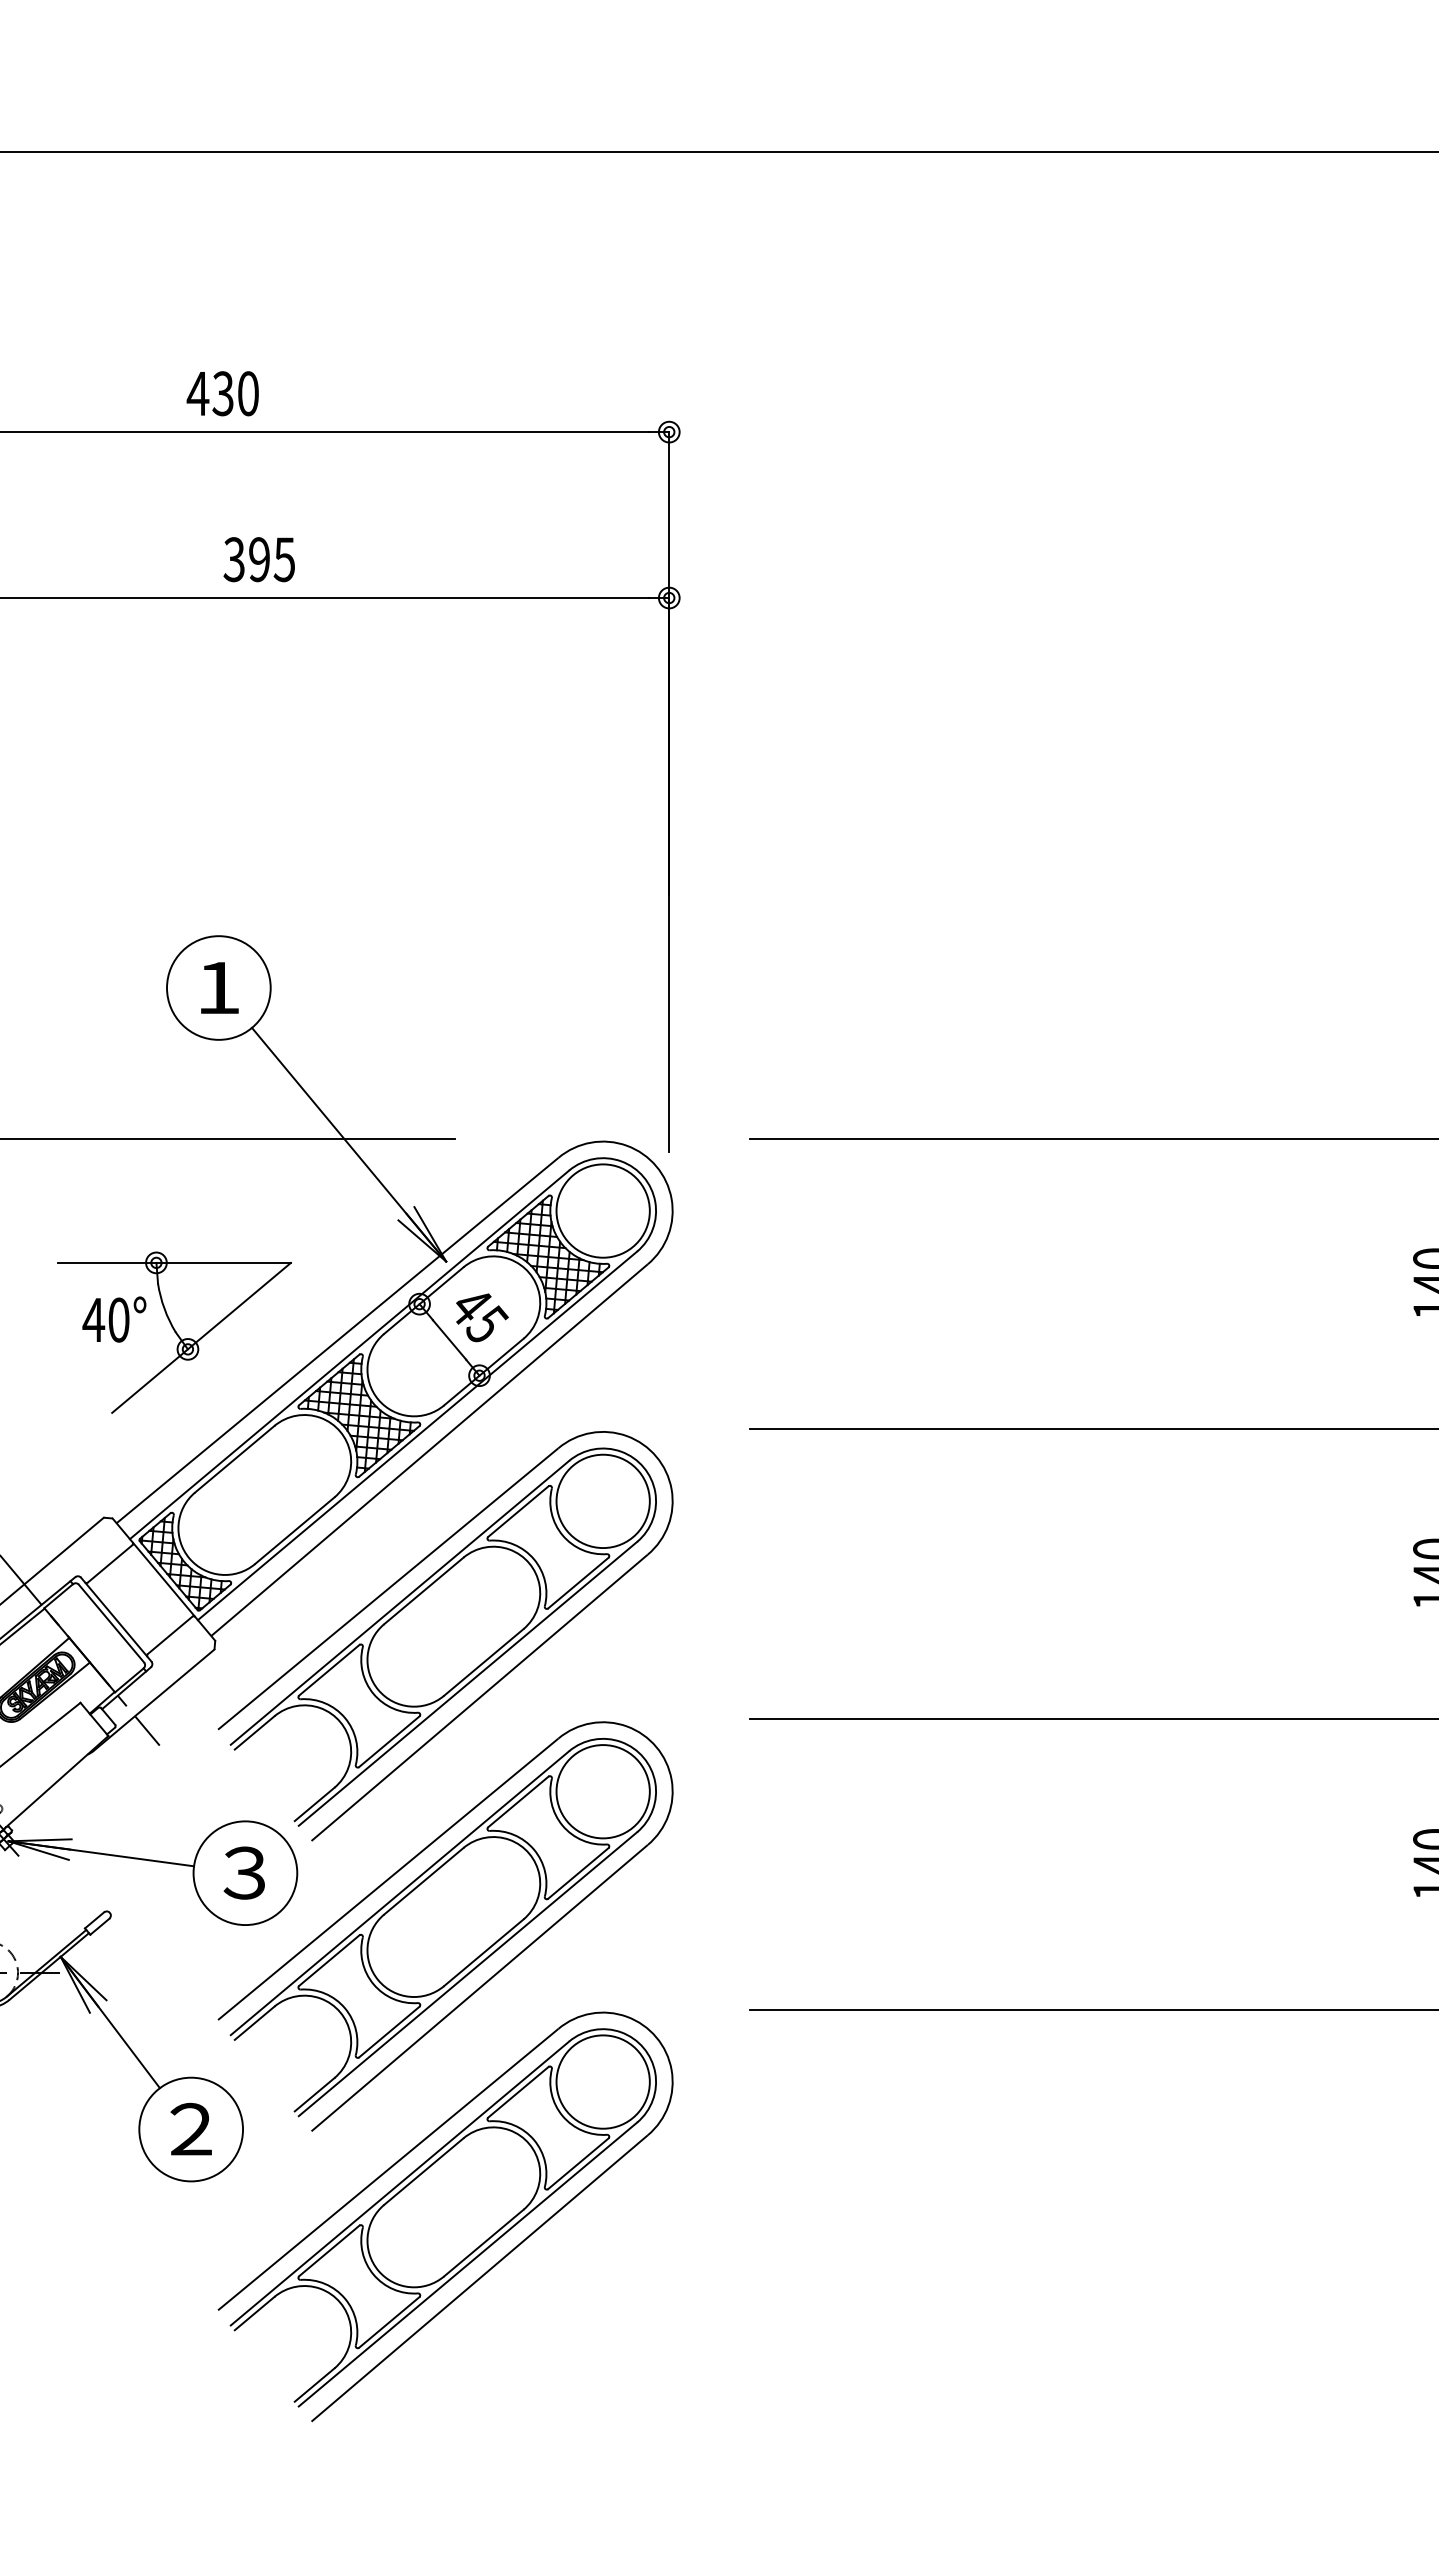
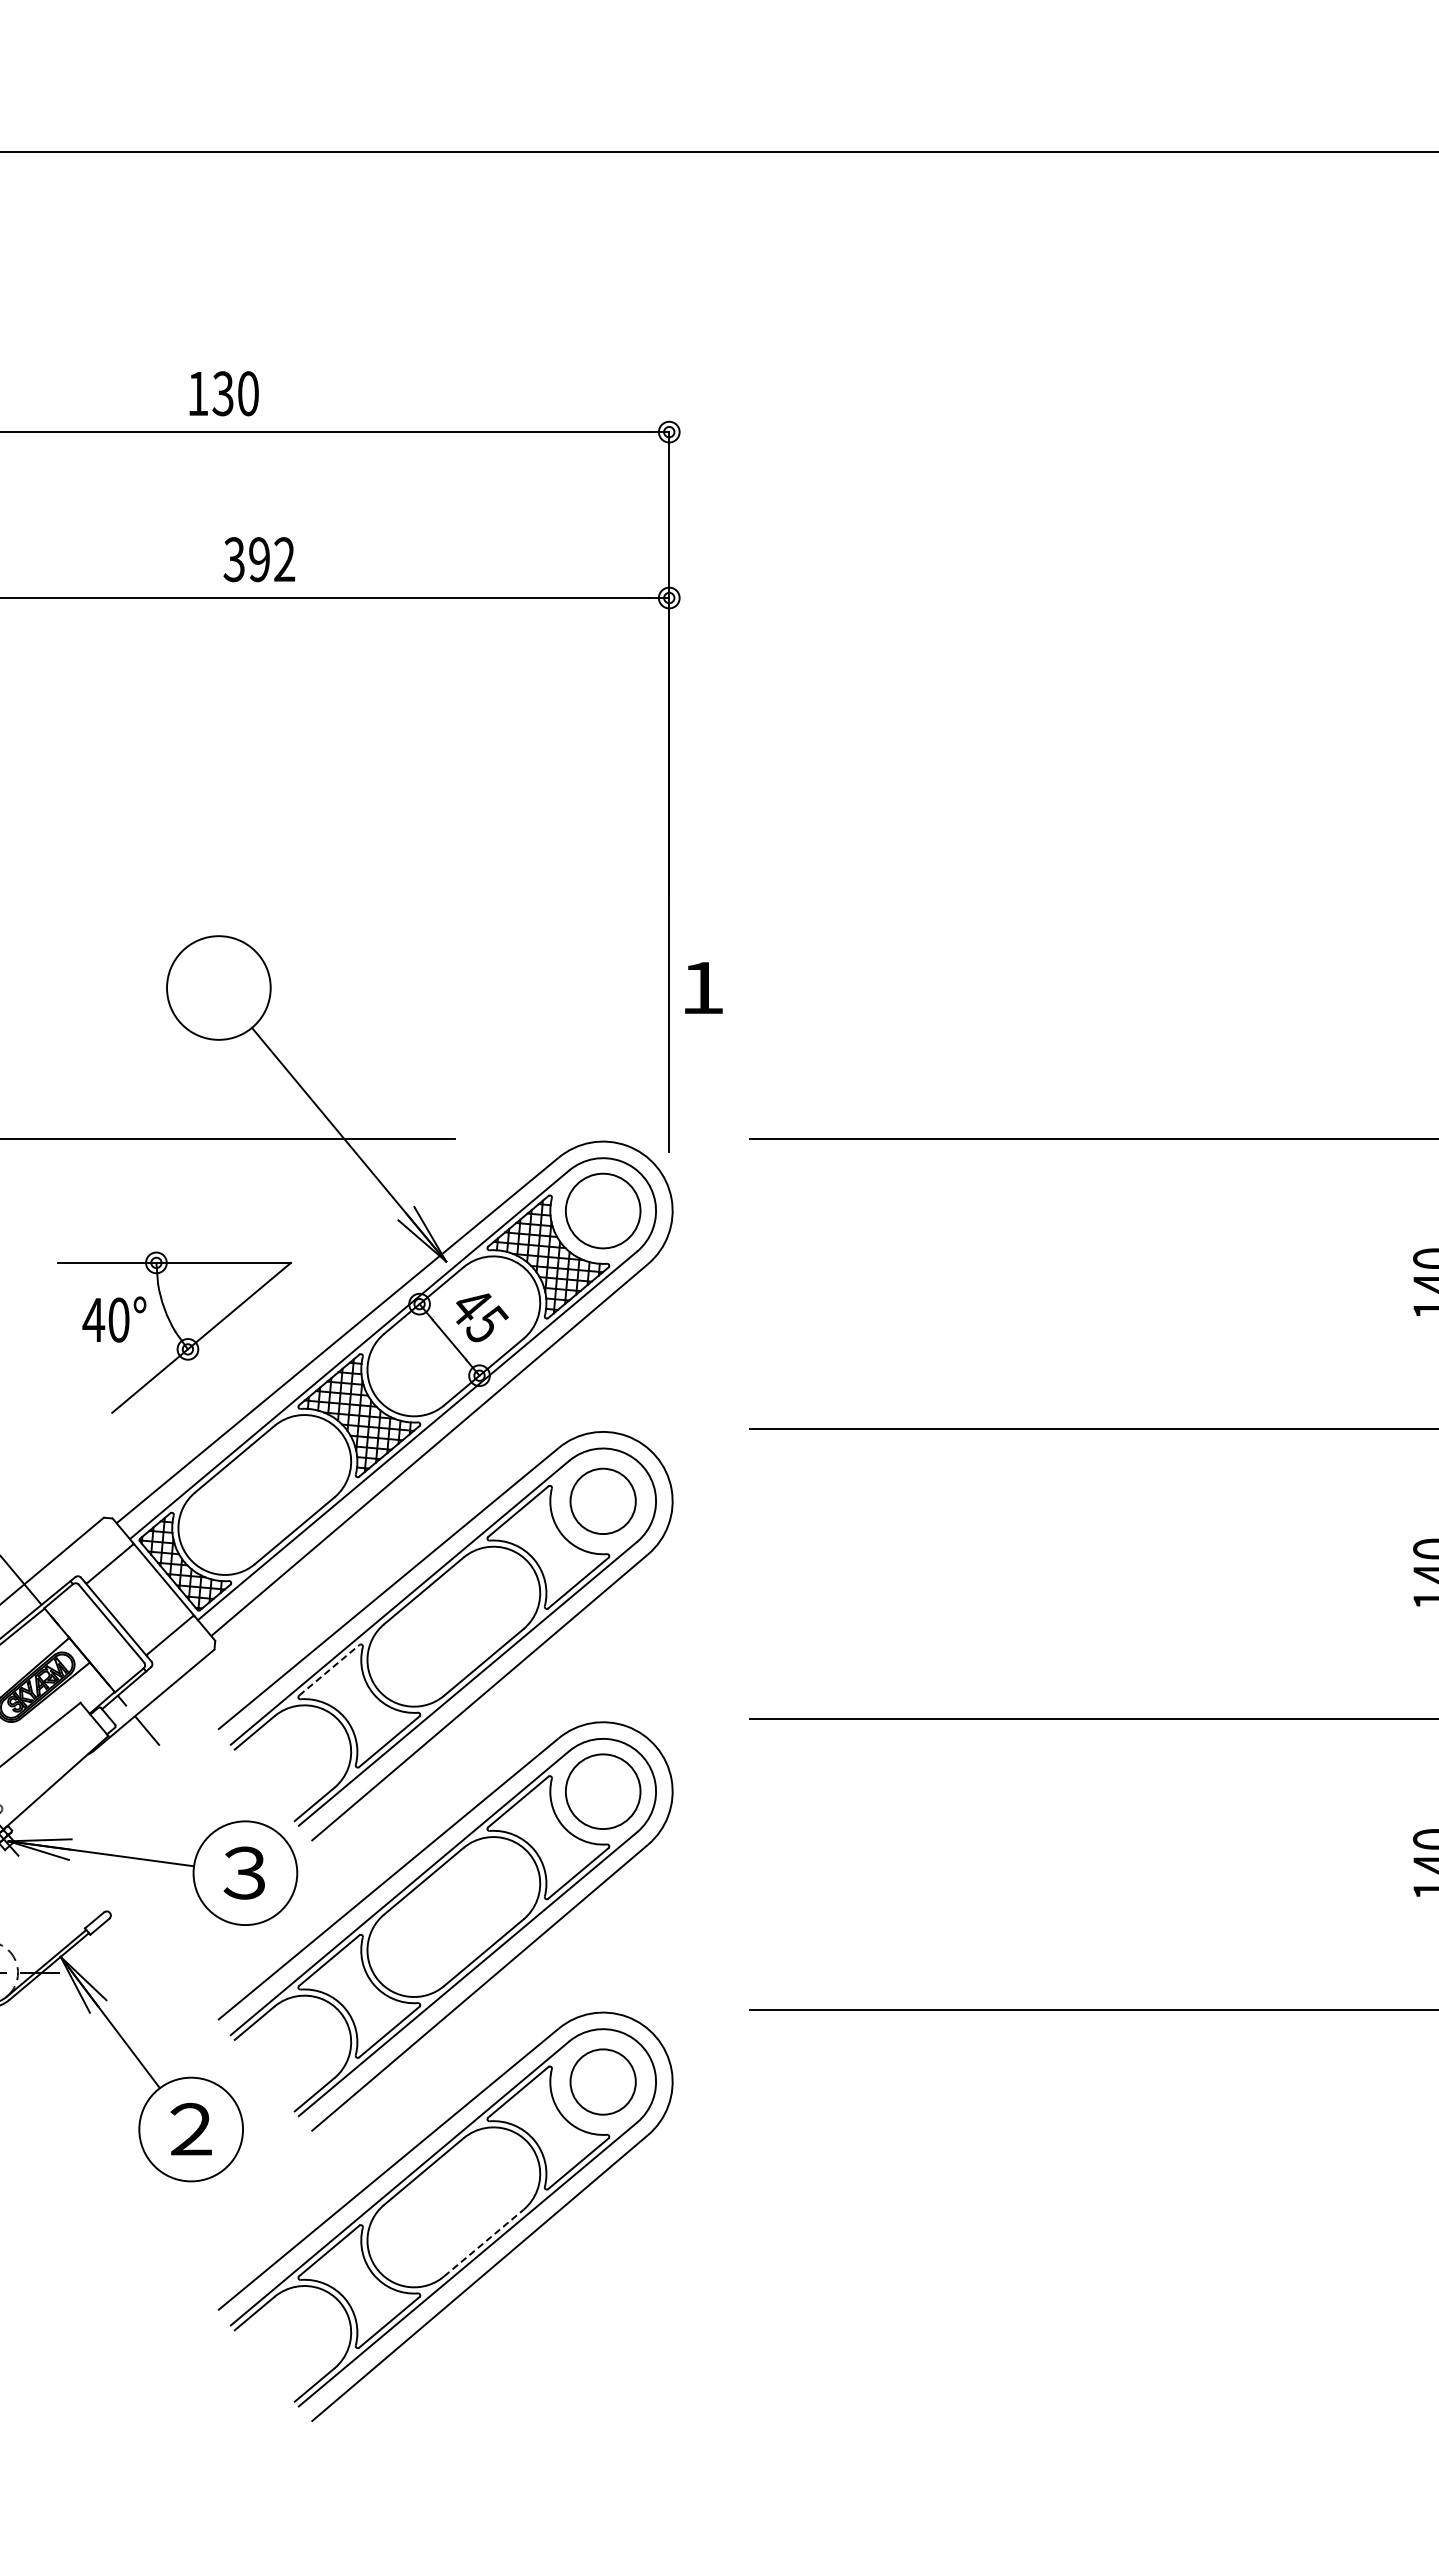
text at (197, 393): 430 -> 130
text at (284, 559): 395 -> 392
text at (219, 987) position: (219, 987) -> (703, 987)
circle at (602, 1210) diameter: 93 px -> 75 px
circle at (602, 1501) diameter: 93 px -> 65 px
line at (329, 1669): solid -> dashed
circle at (602, 1791) diameter: 93 px -> 75 px
circle at (602, 2081) diameter: 93 px -> 65 px
line at (483, 2243): solid -> dashed
